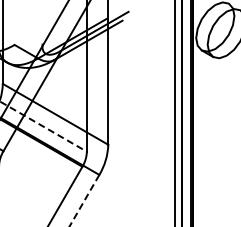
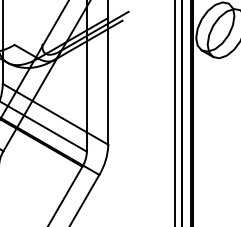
line at (43, 126): dashed -> solid
line at (84, 200): dashed -> solid
